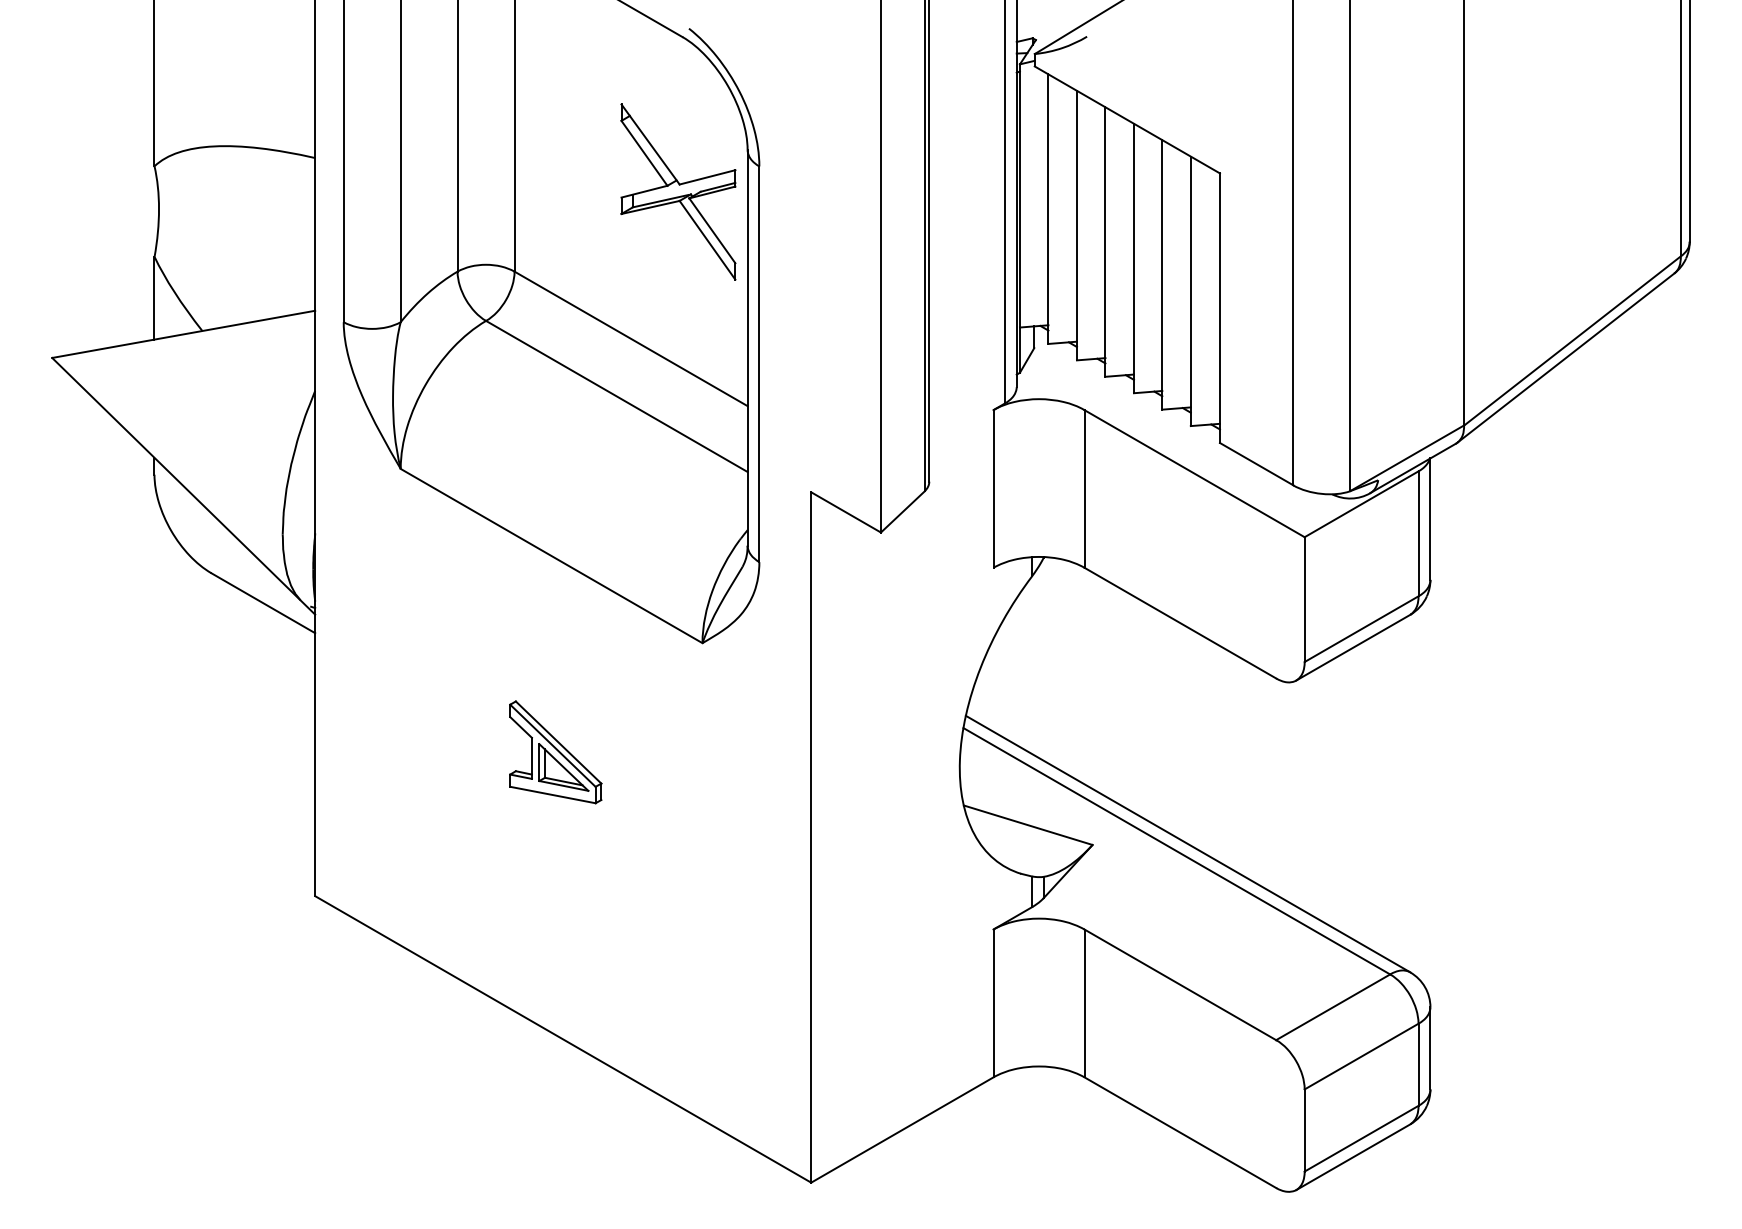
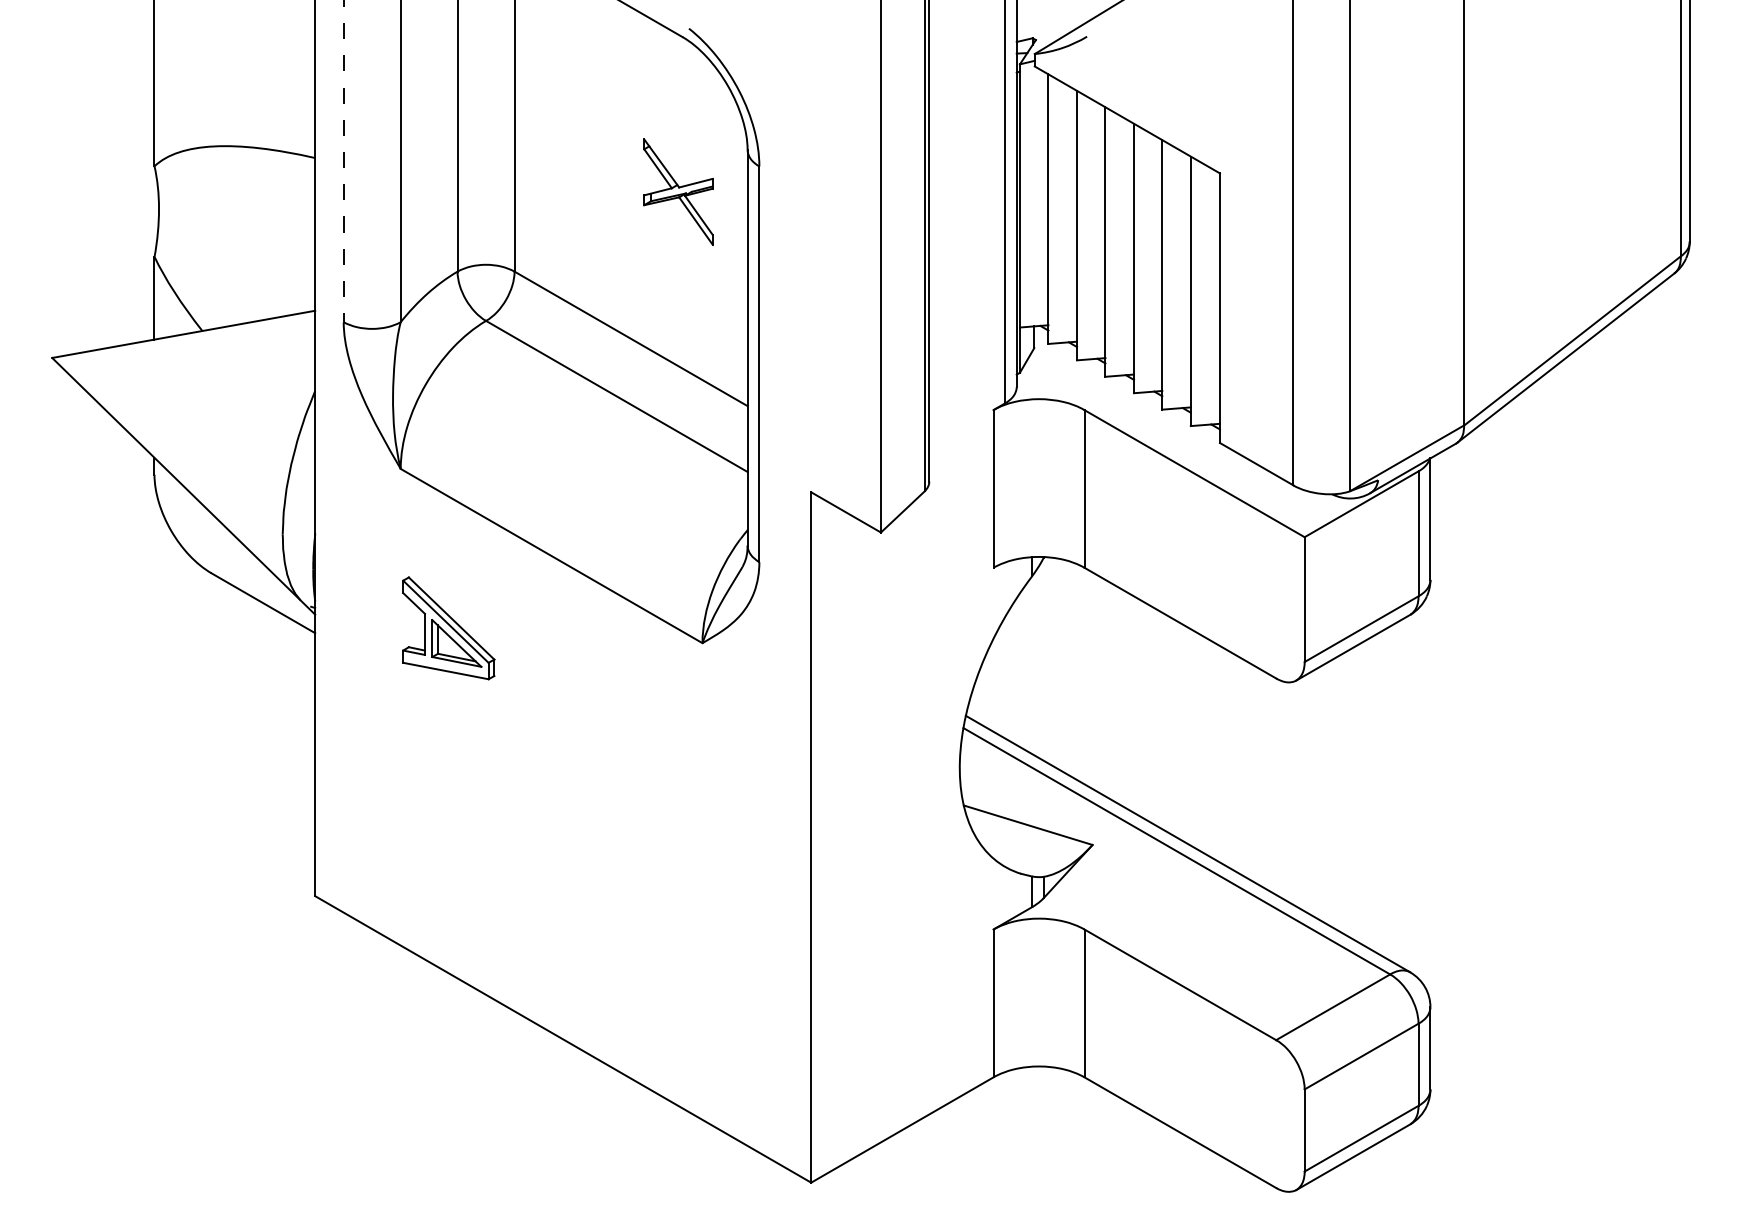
line at (343, 161): solid -> dashed
part at (678, 191) size: 117x178 px -> 71x108 px
part at (555, 752) position: (555, 752) -> (448, 628)
